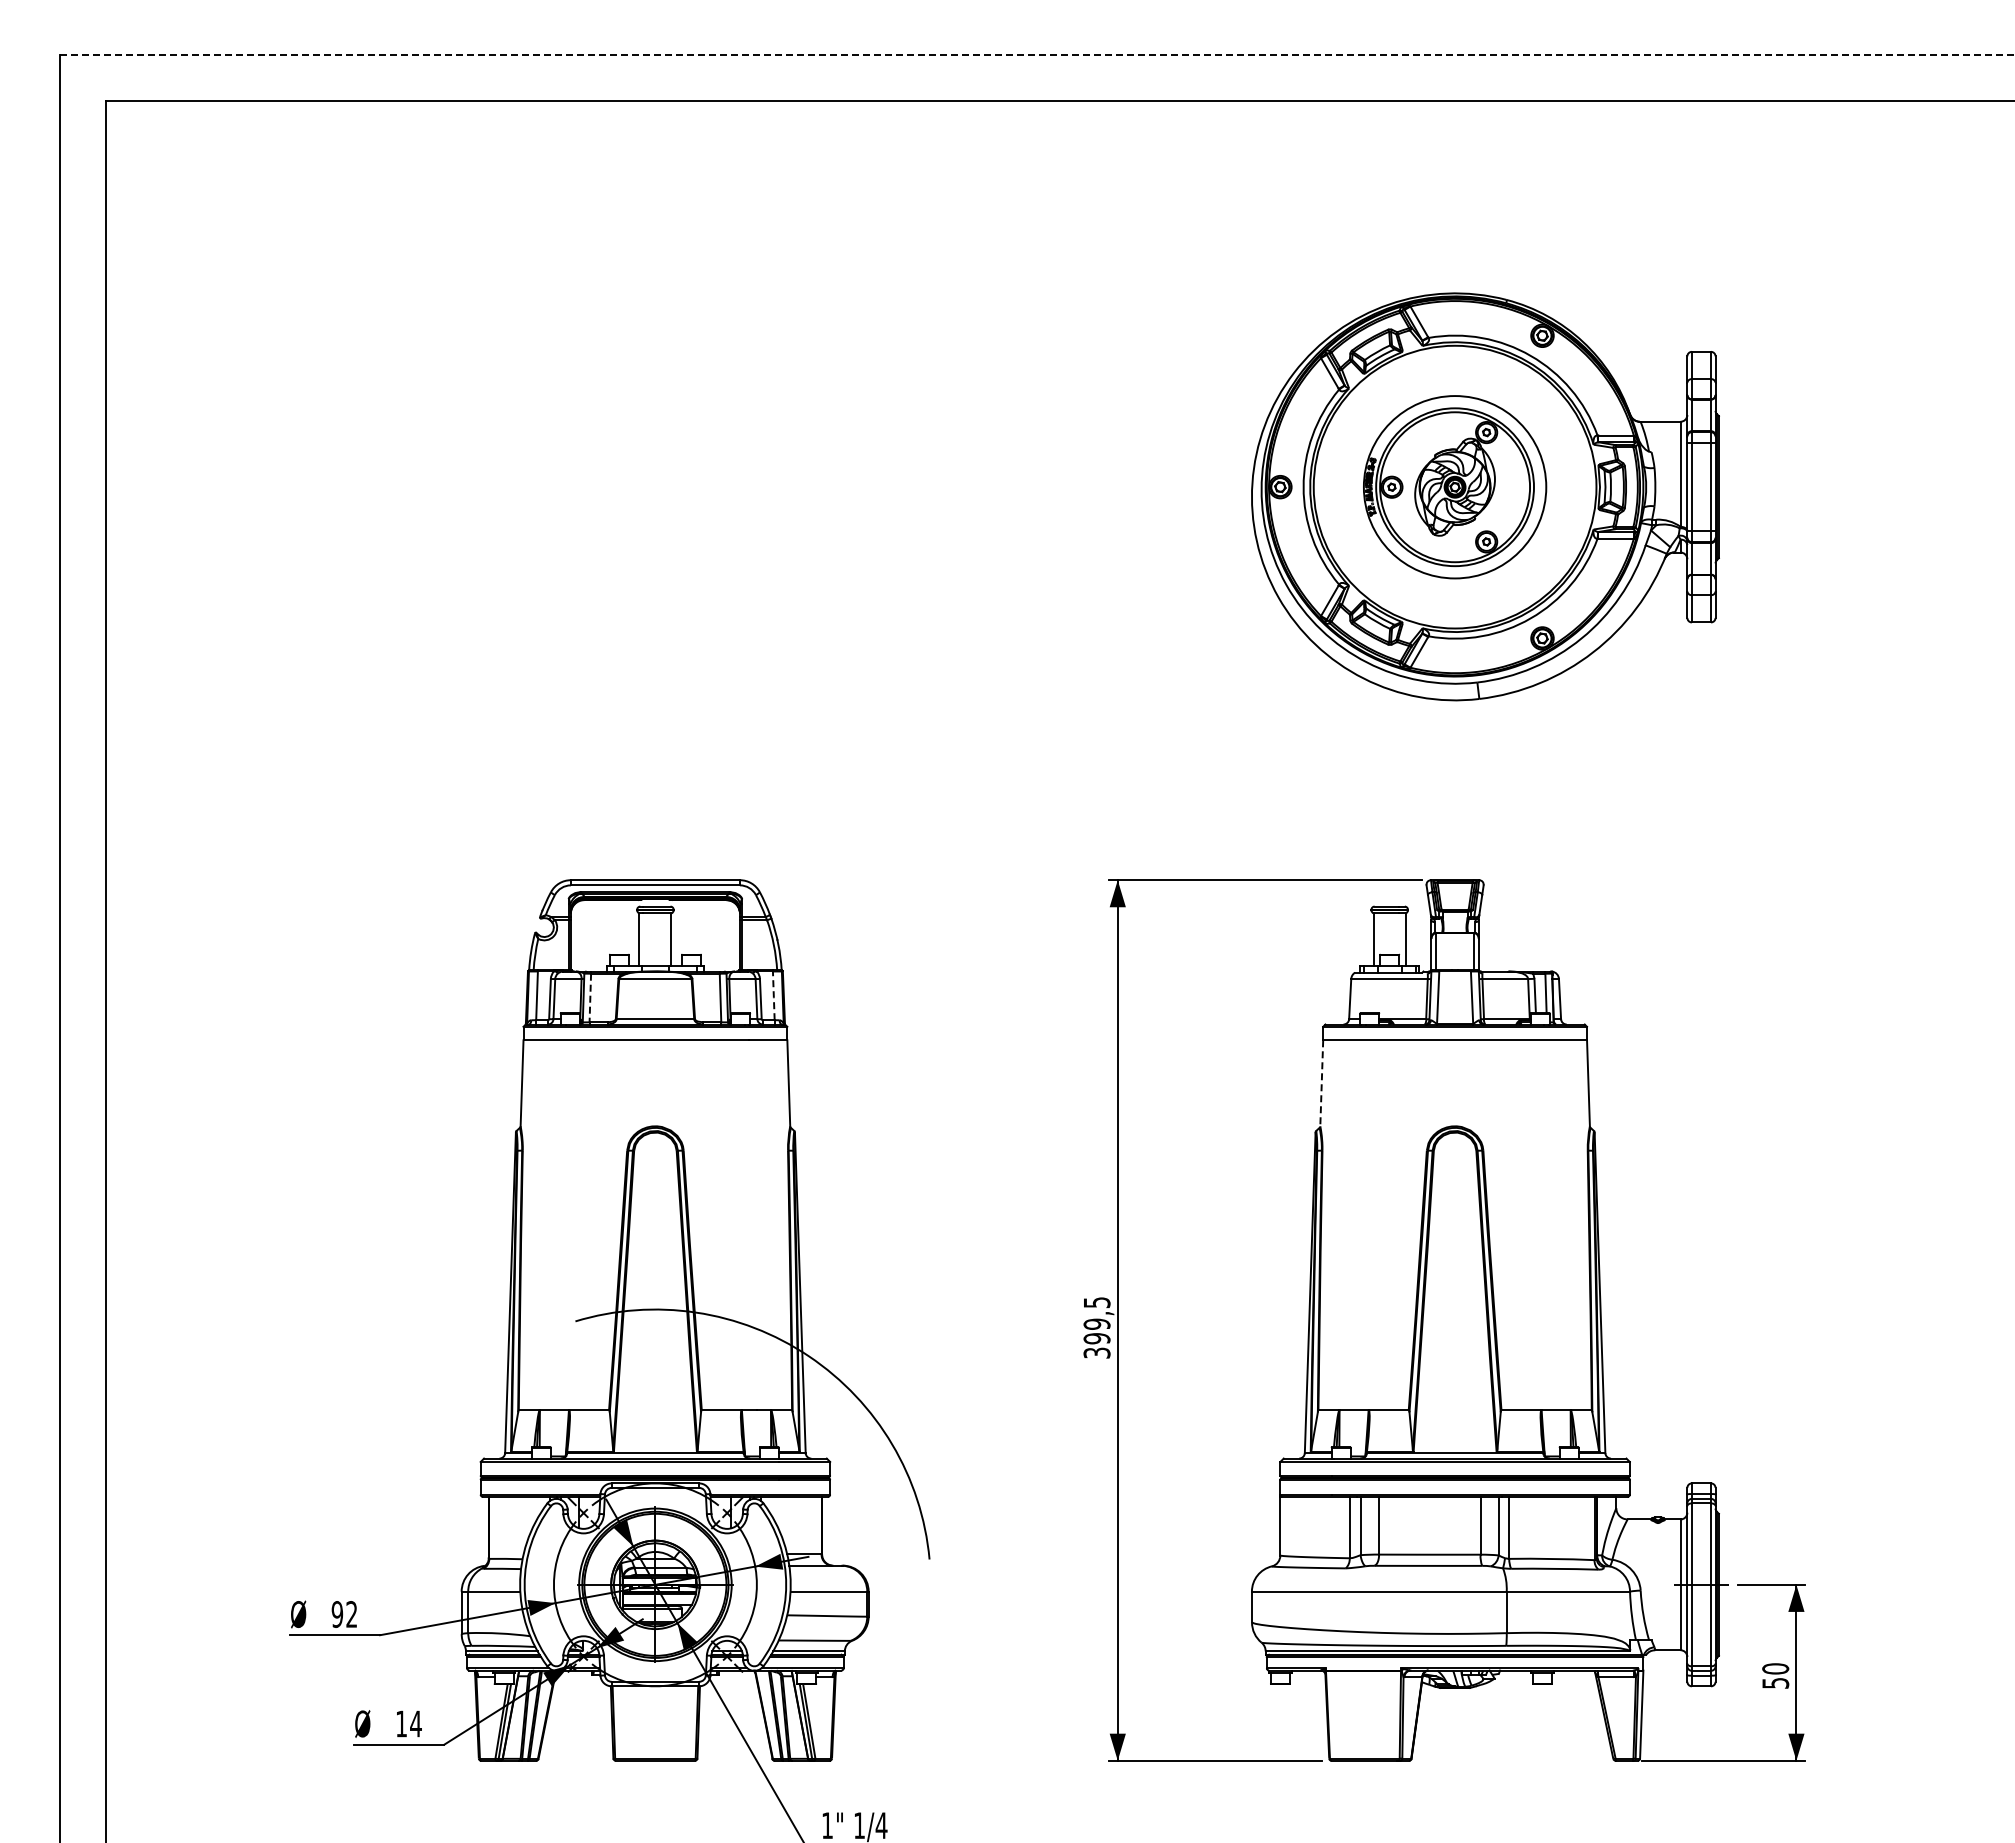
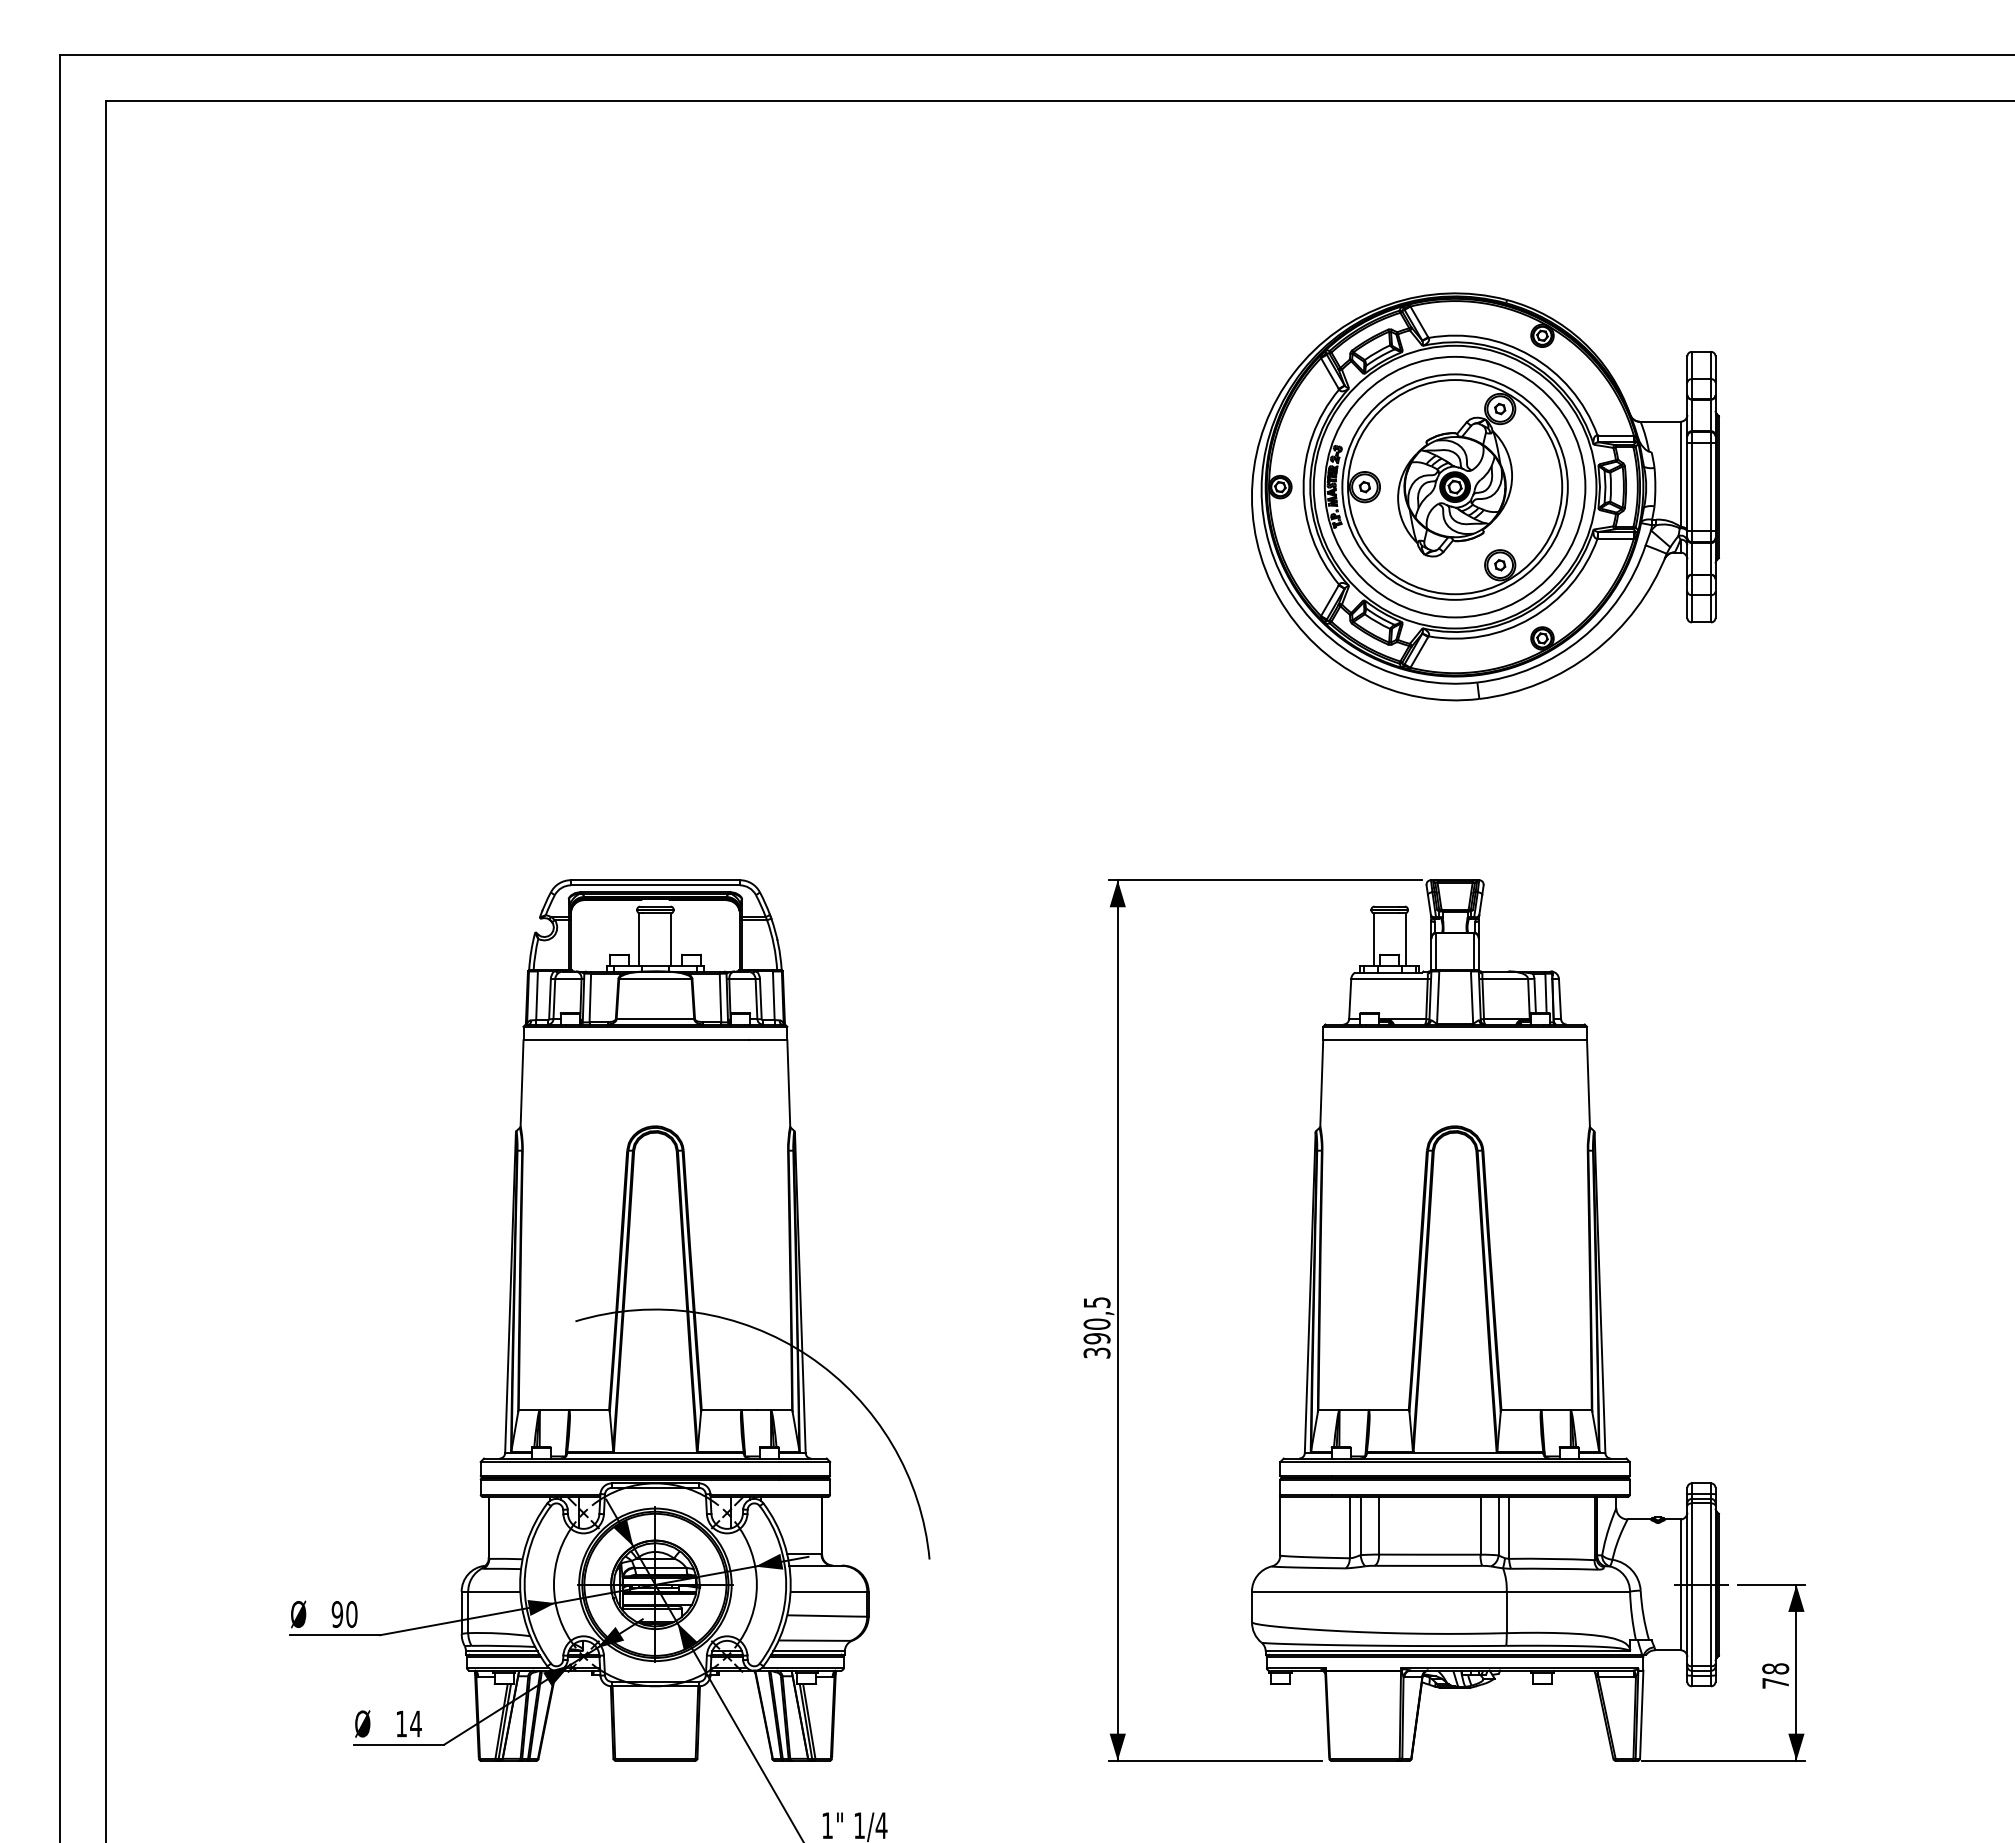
line at (1037, 55): dashed -> solid
part at (1455, 487) size: 185x185 px -> 264x263 px
line at (773, 995): dashed -> solid
line at (590, 998): dashed -> solid
line at (1321, 1083): dashed -> solid
text at (1096, 1323): 399,5 -> 390,5
text at (351, 1614): 92 -> 90
text at (1775, 1675): 50 -> 78
